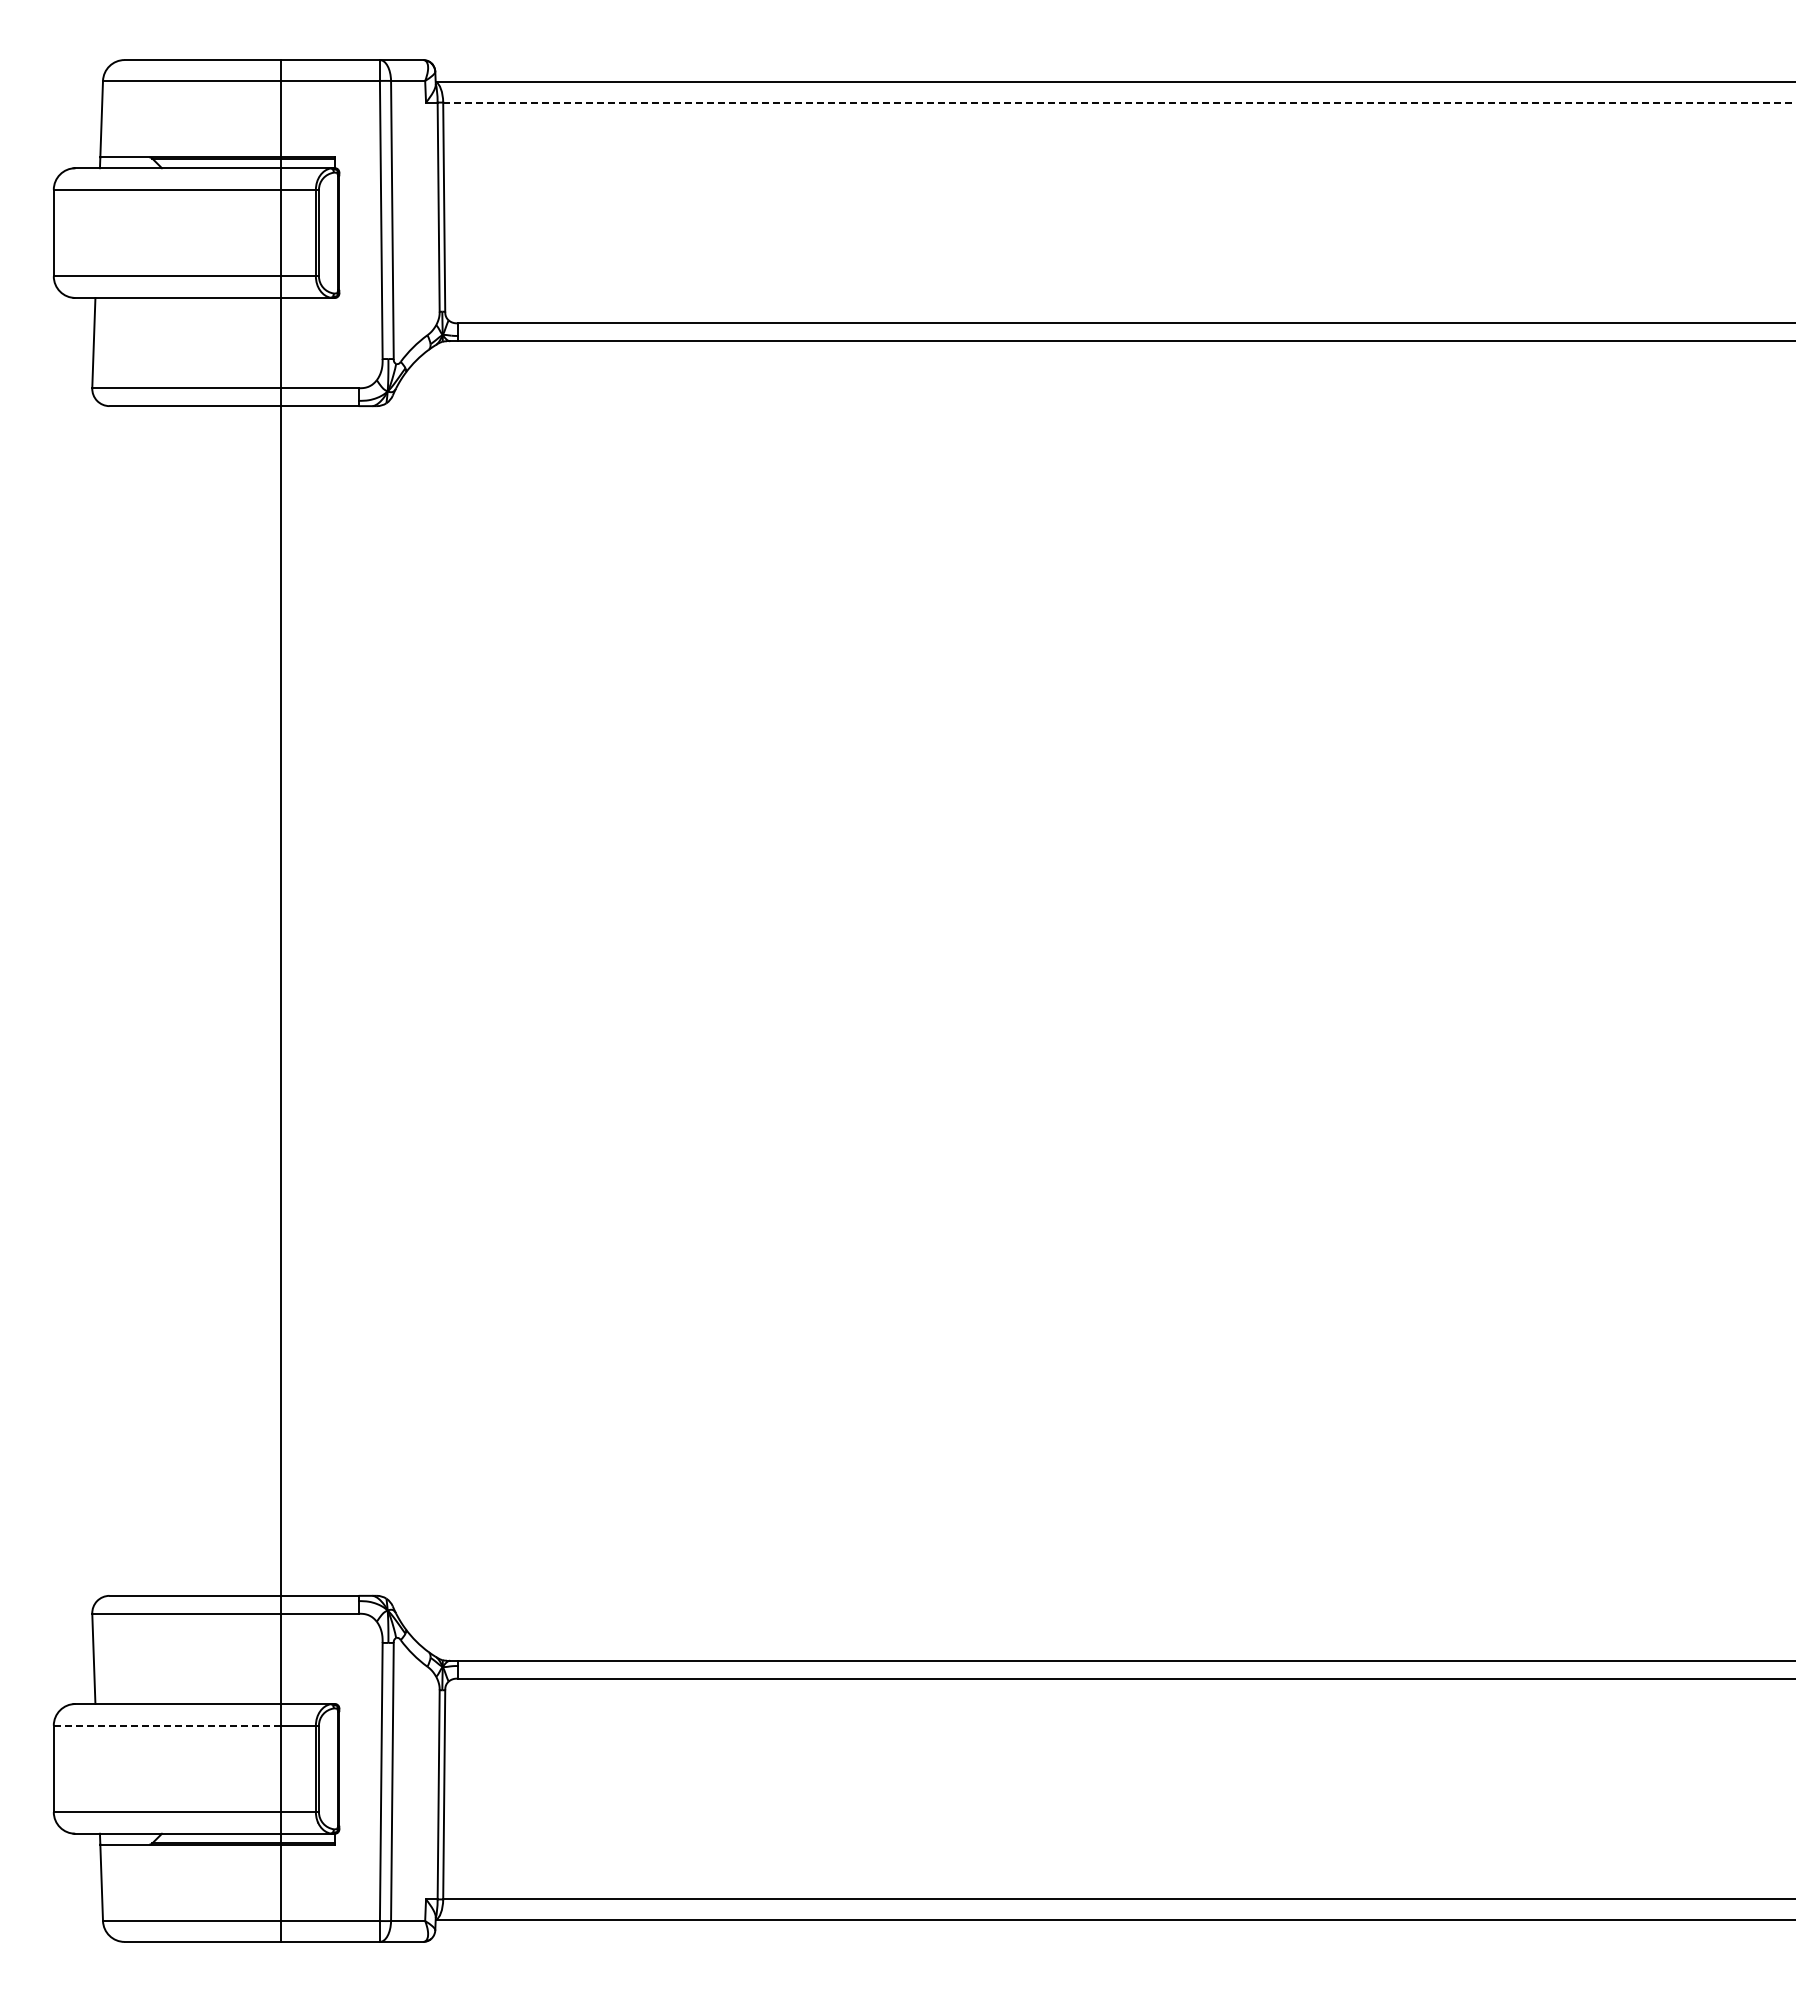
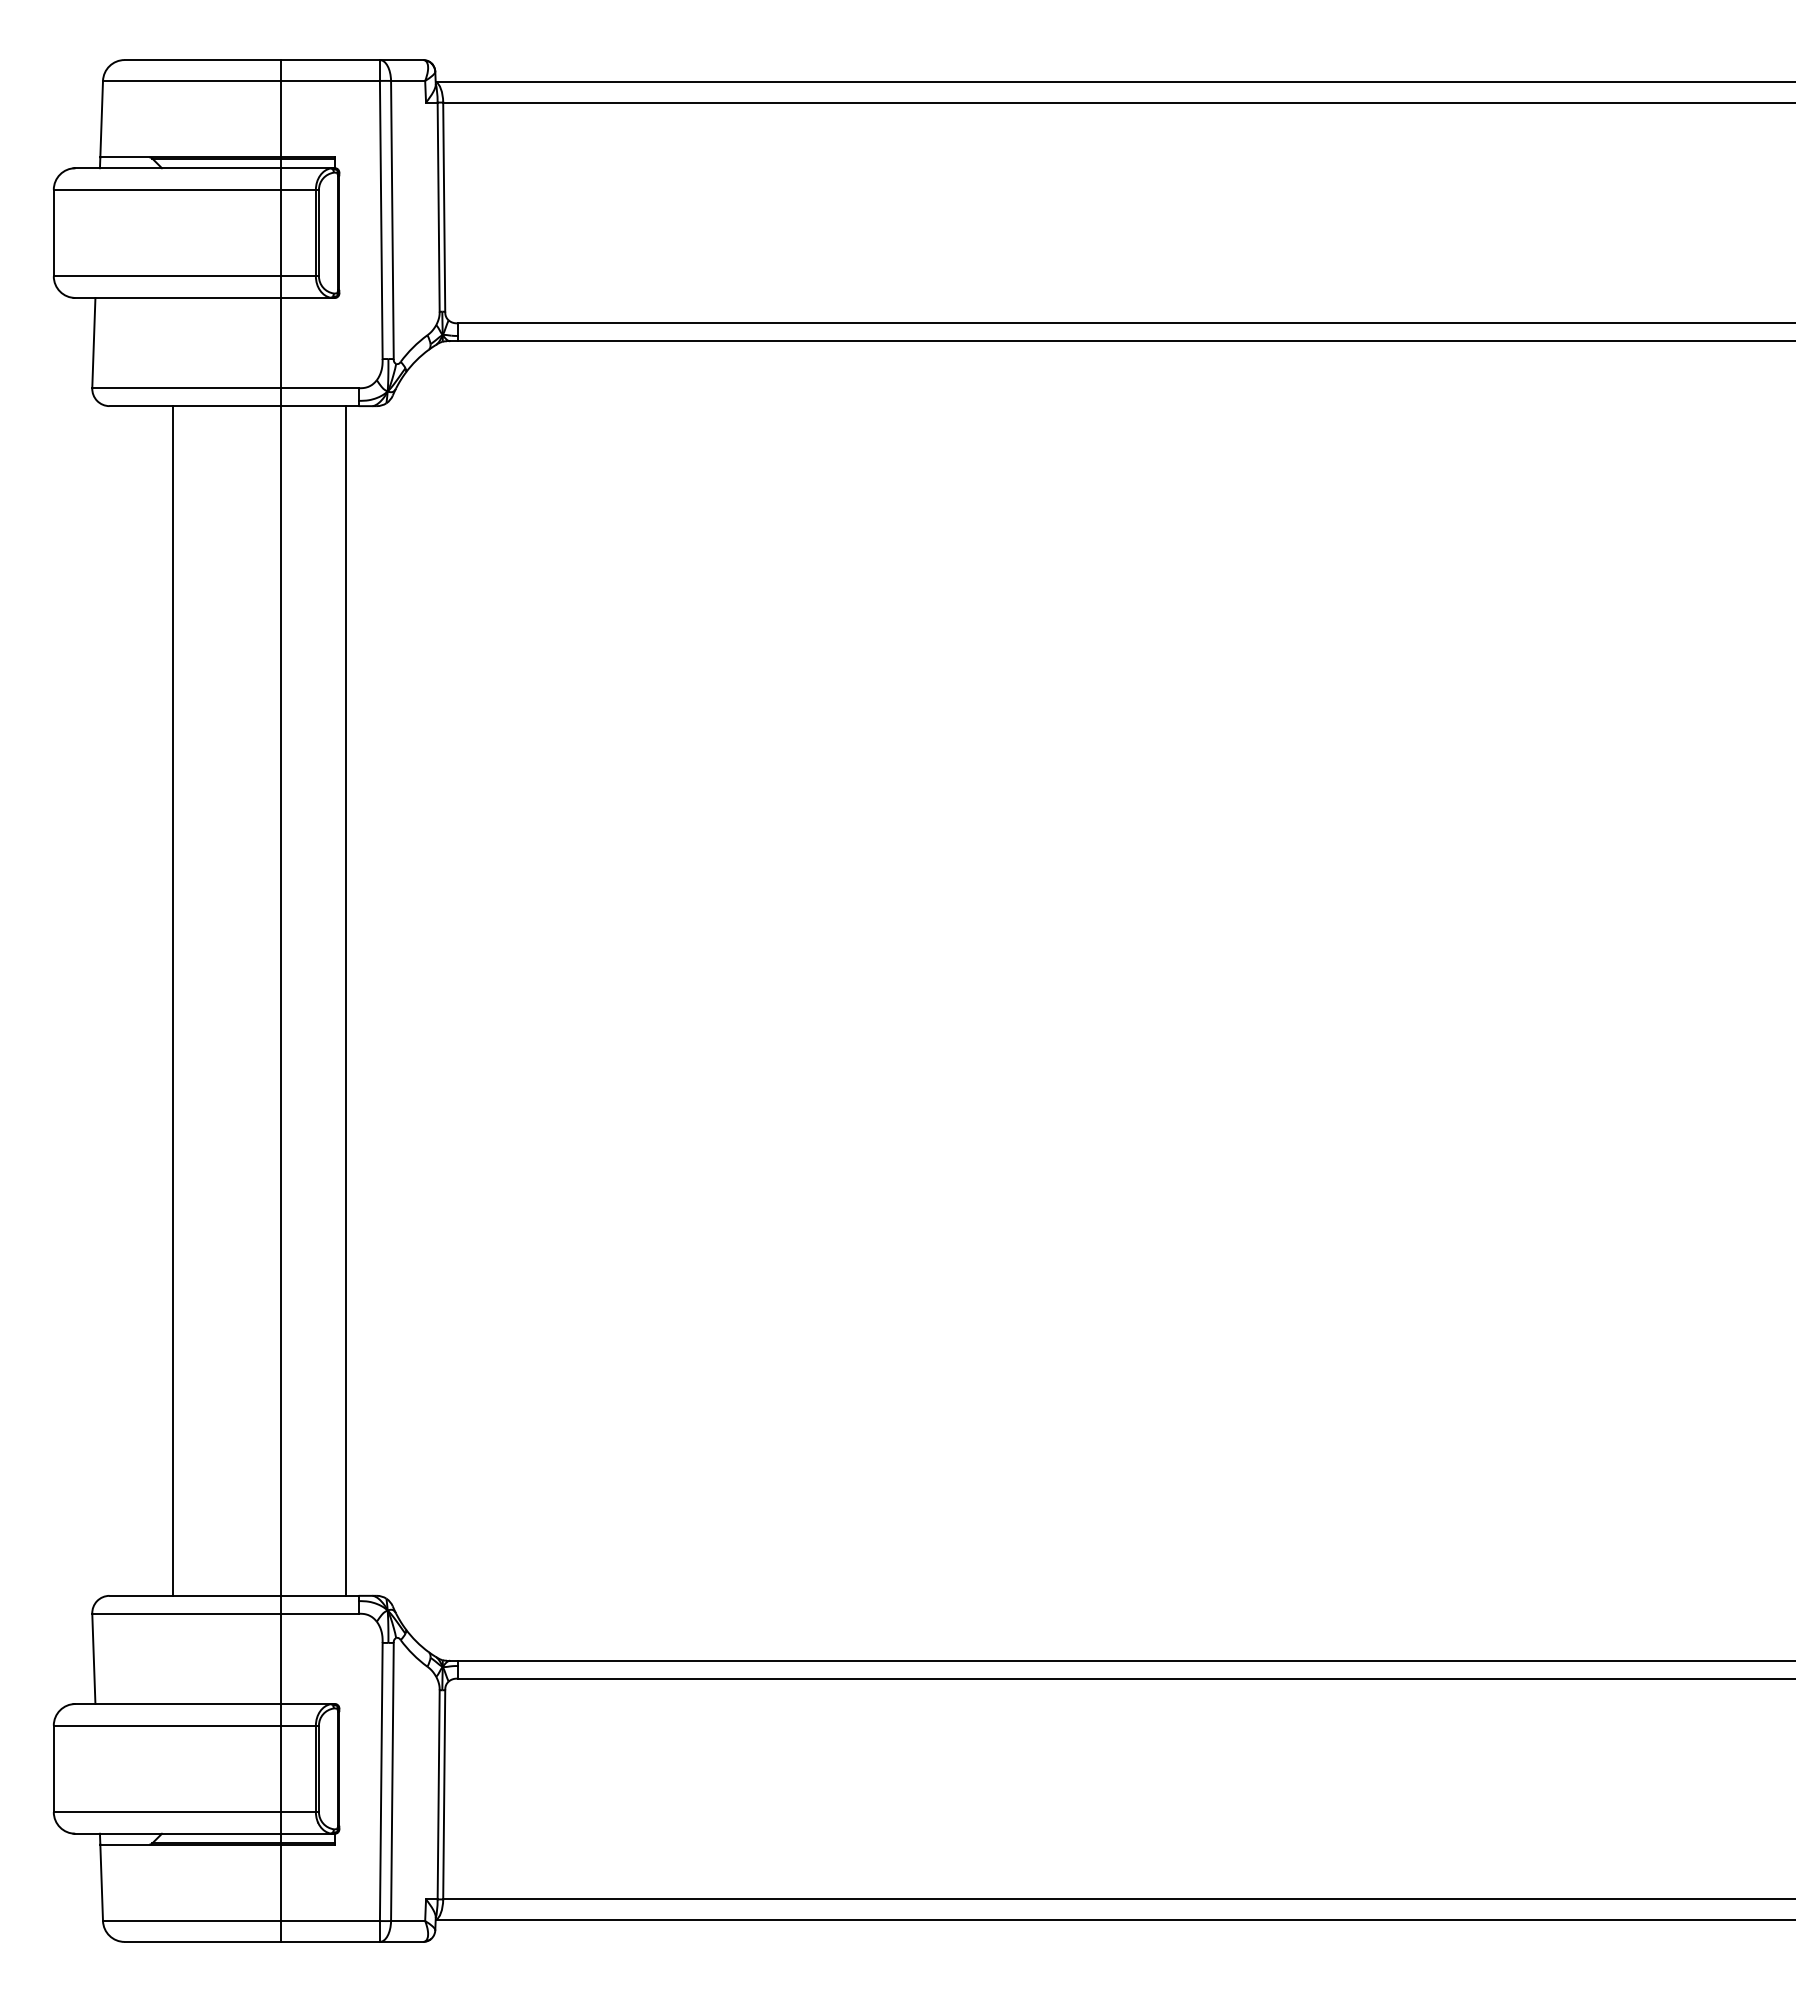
line at (1119, 102): dashed -> solid
line at (172, 1000): none -> present
line at (345, 1000): none -> present
line at (167, 1725): dashed -> solid
